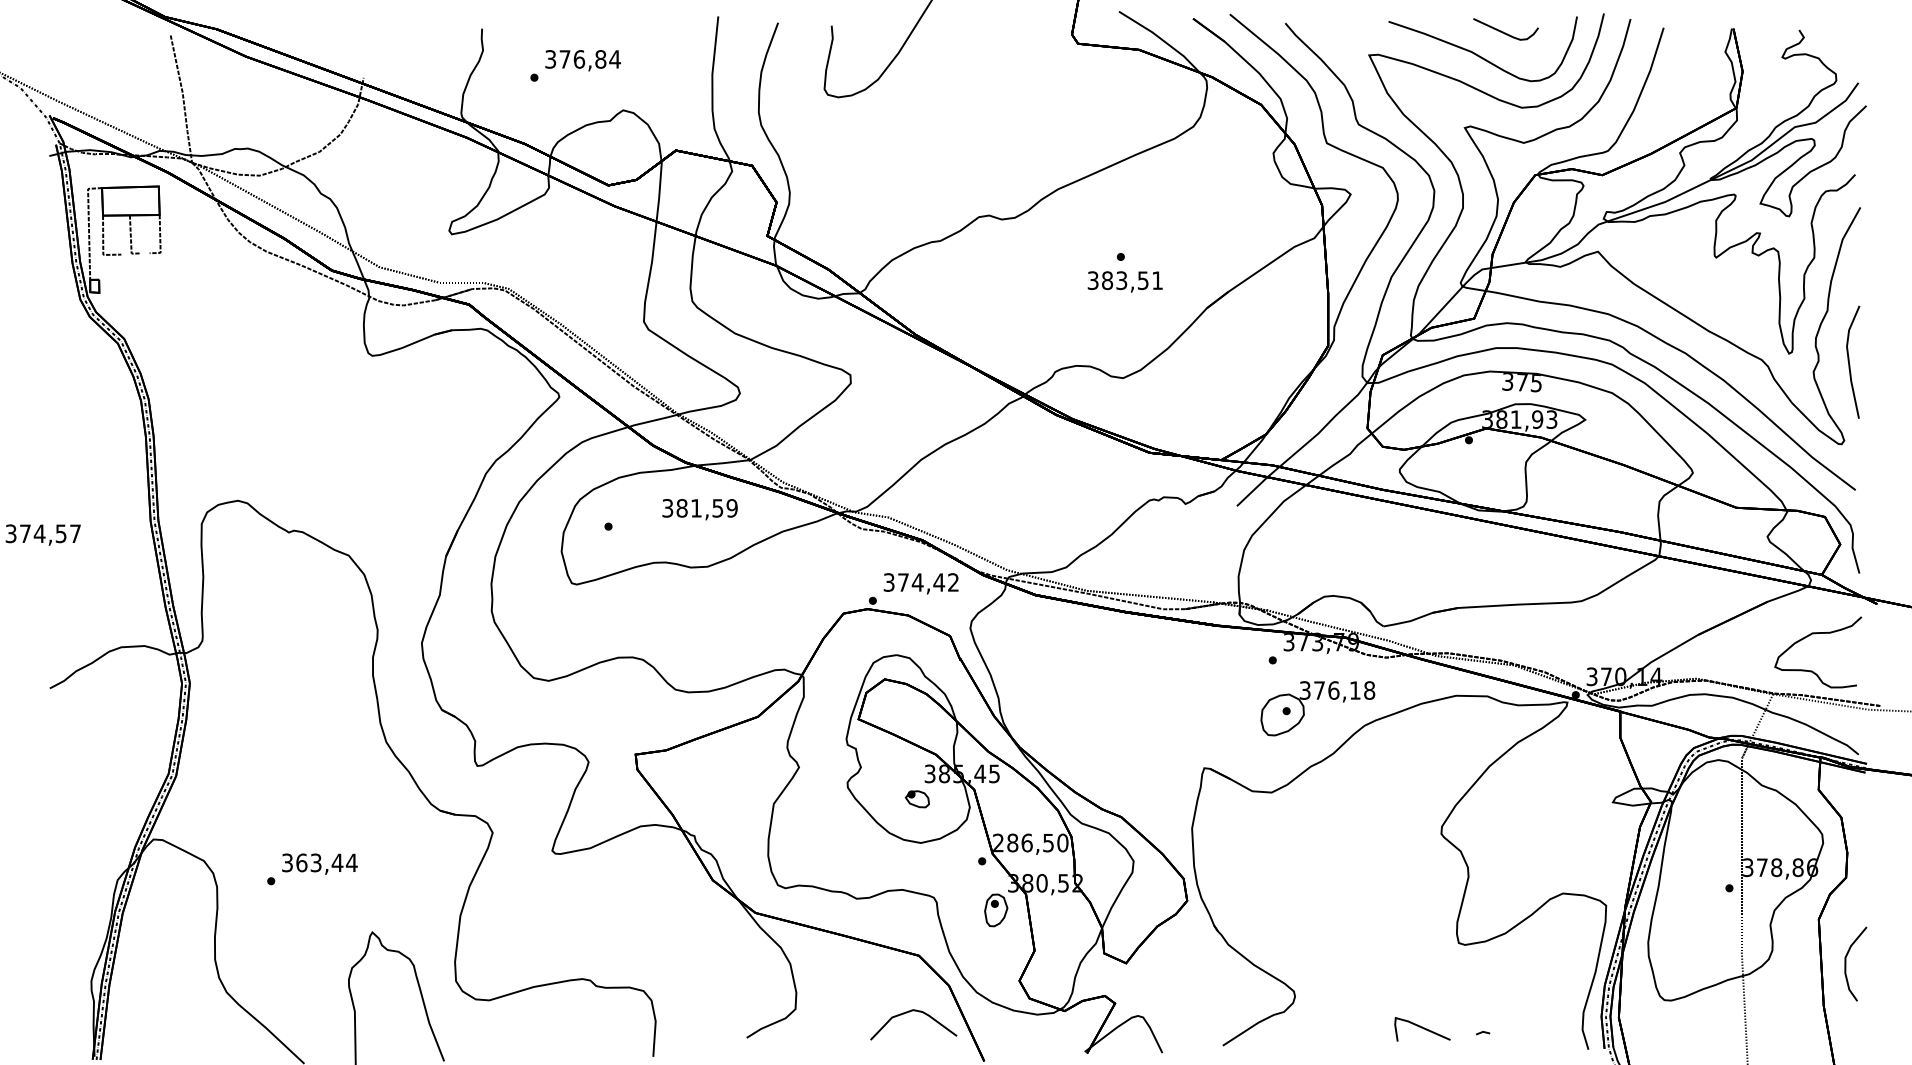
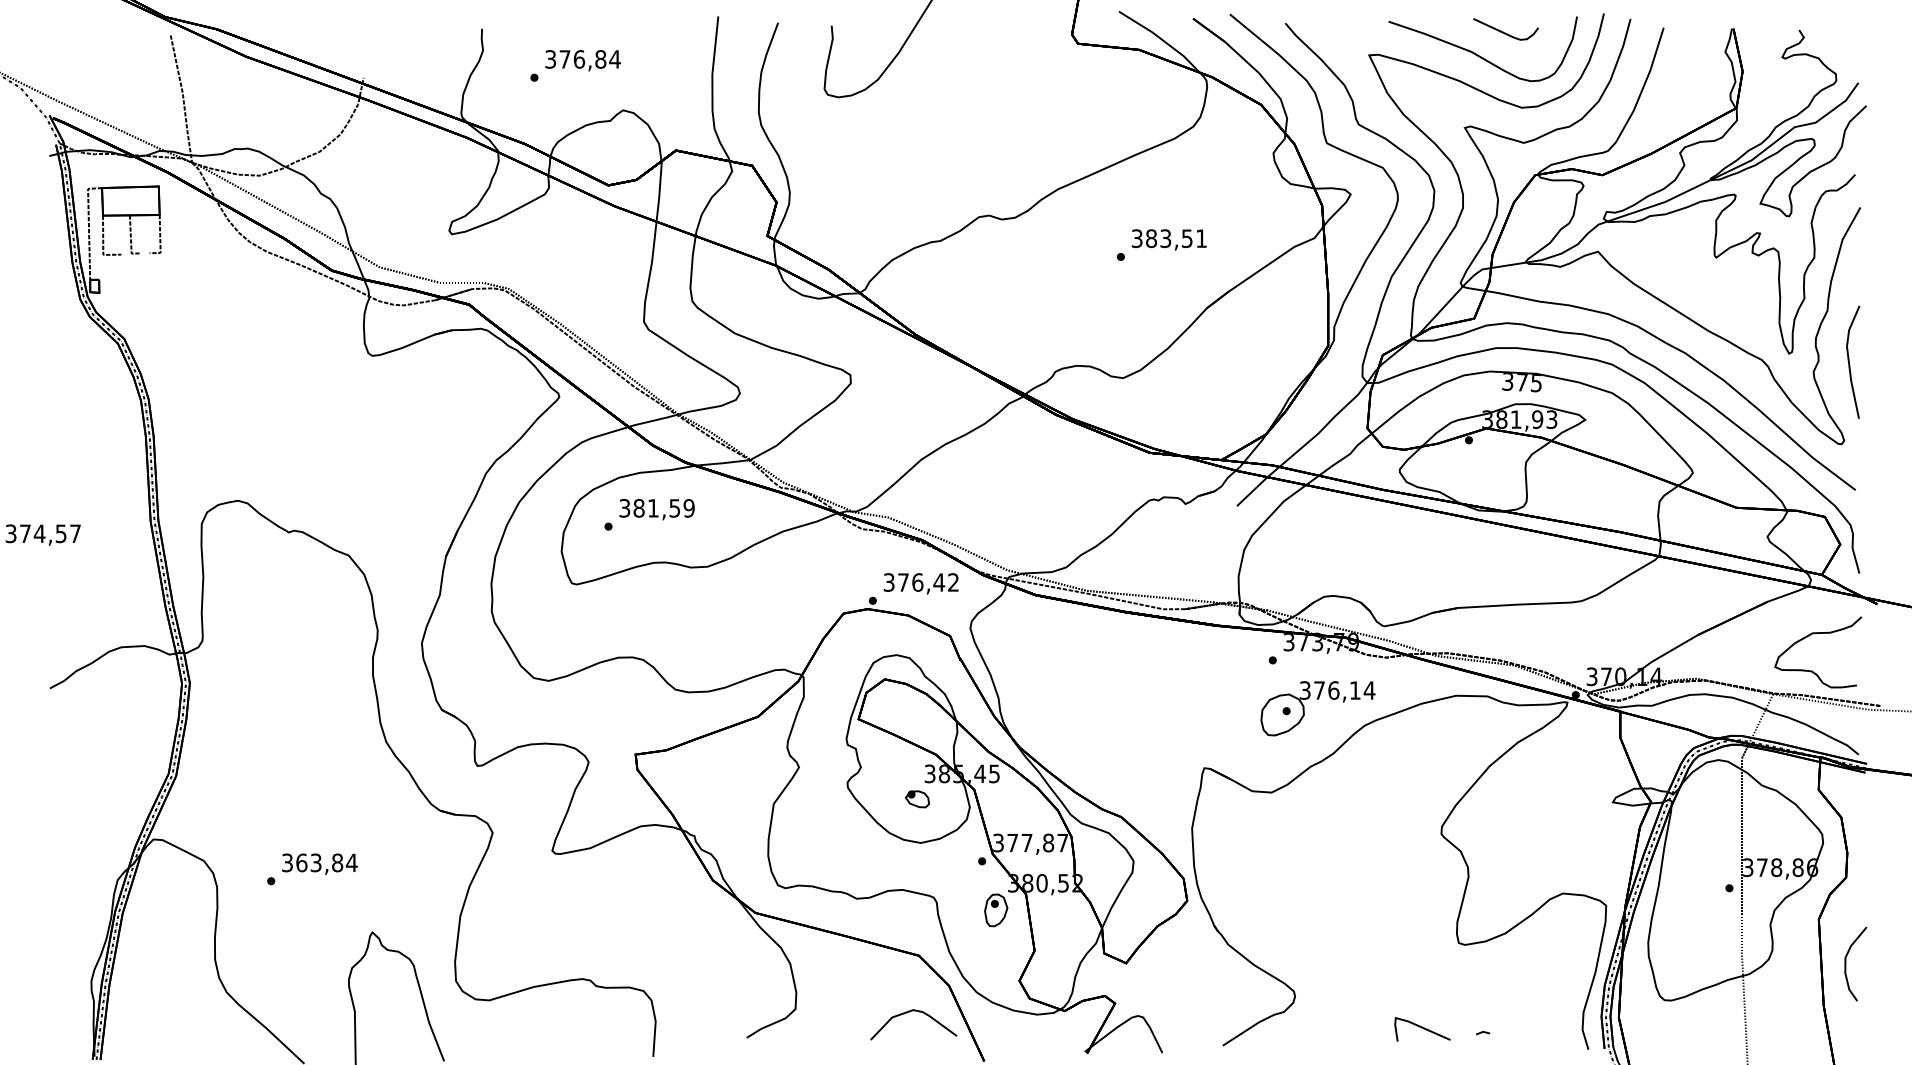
text at (1124, 281) position: (1124, 281) -> (1168, 239)
text at (699, 509) position: (699, 509) -> (656, 509)
text at (917, 582): 374,42 -> 376,42
text at (1369, 690): 376,18 -> 376,14
text at (1030, 842): 286,50 -> 377,87
text at (337, 862): 363,44 -> 363,84
